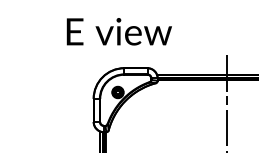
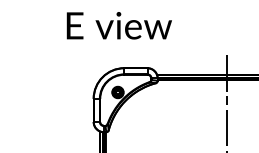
text at (118, 31) position: (118, 31) -> (118, 25)
